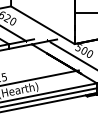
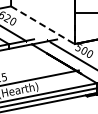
line at (42, 25): solid -> dashed
